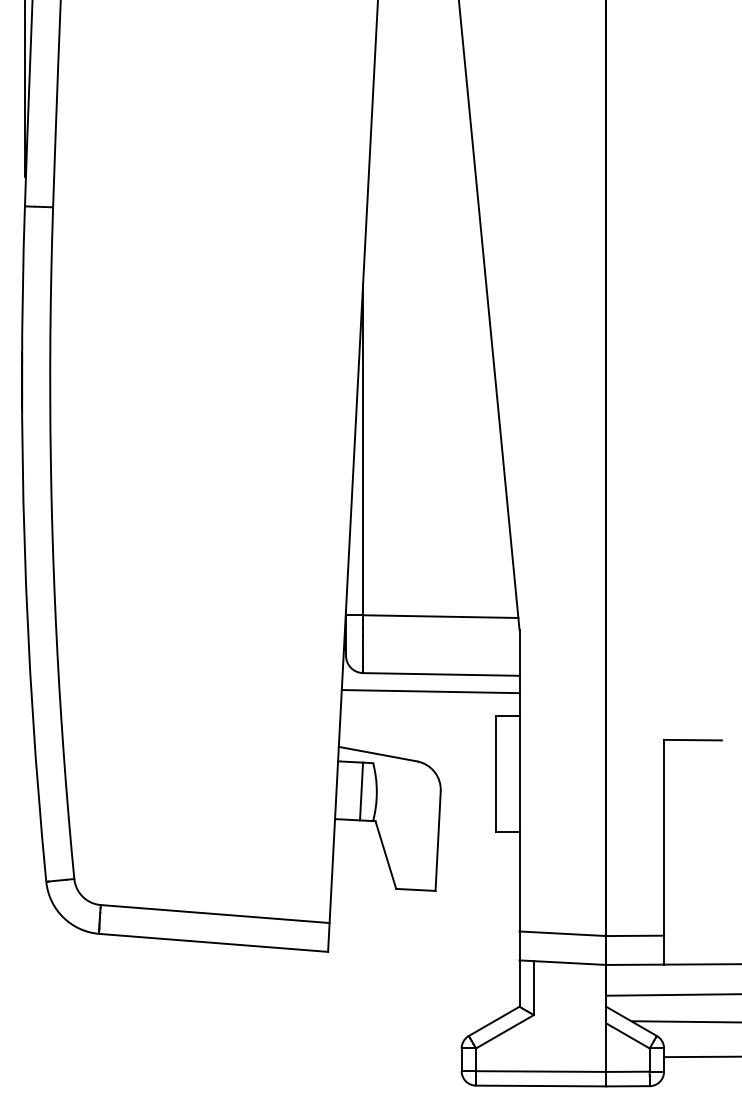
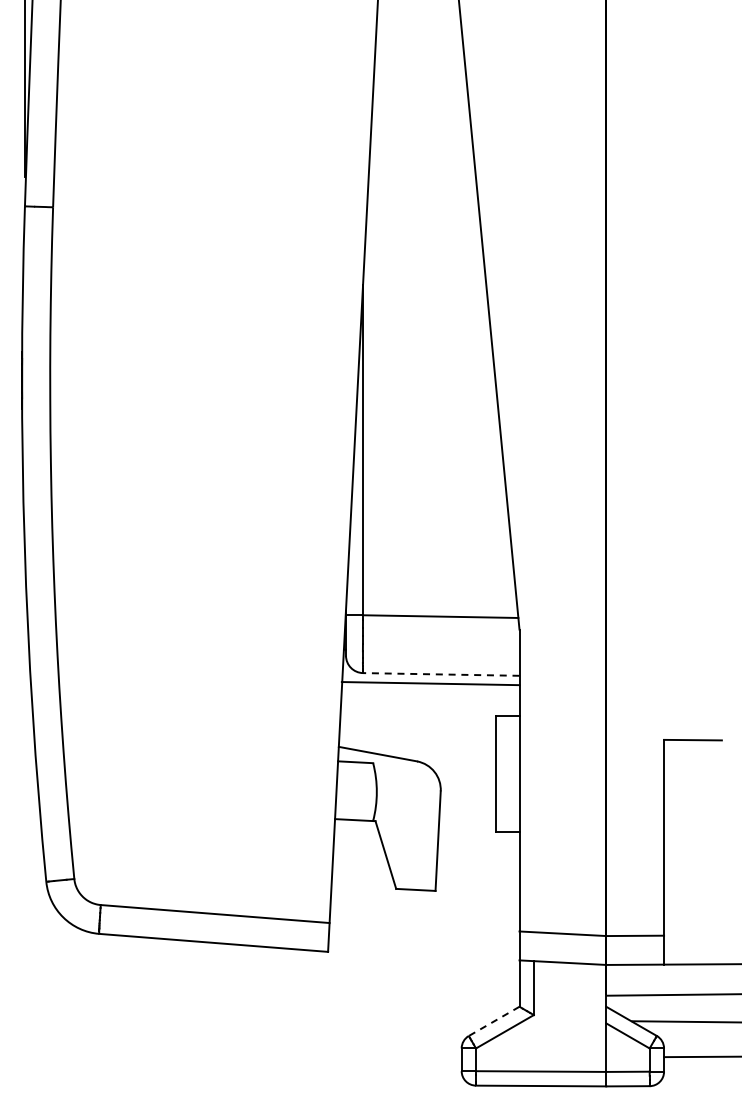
line at (440, 674): solid -> dashed
line at (430, 691) position: (430, 691) -> (430, 683)
line at (361, 791): present -> none
line at (493, 1021): solid -> dashed
